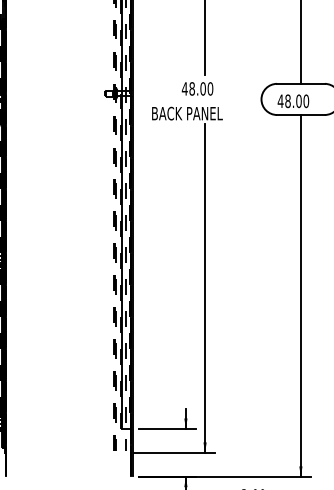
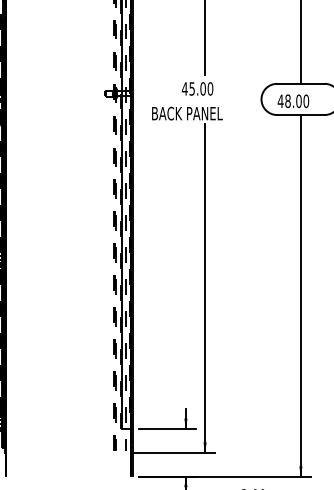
text at (191, 88): 48.00 -> 45.00
